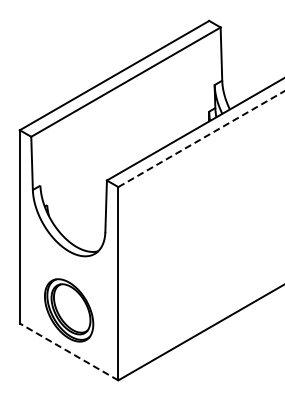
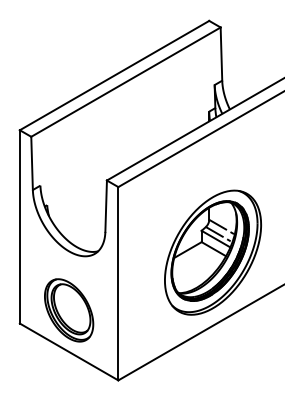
line at (201, 139): dashed -> solid
part at (212, 252): none -> present
line at (69, 351): dashed -> solid
